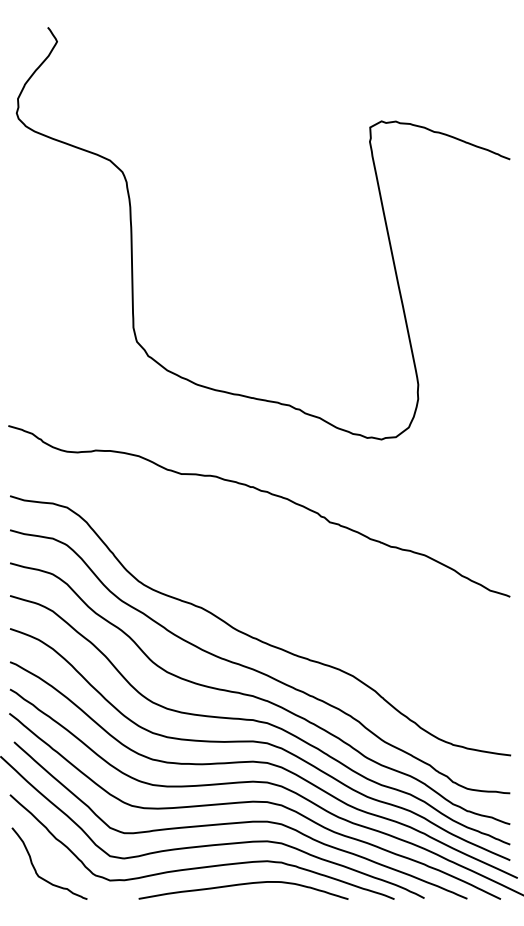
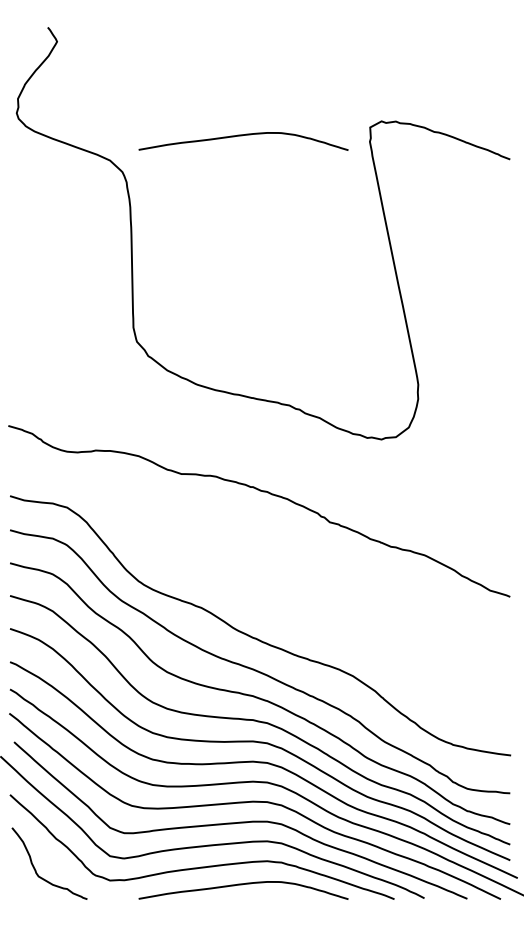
curve at (242, 136): none -> present
